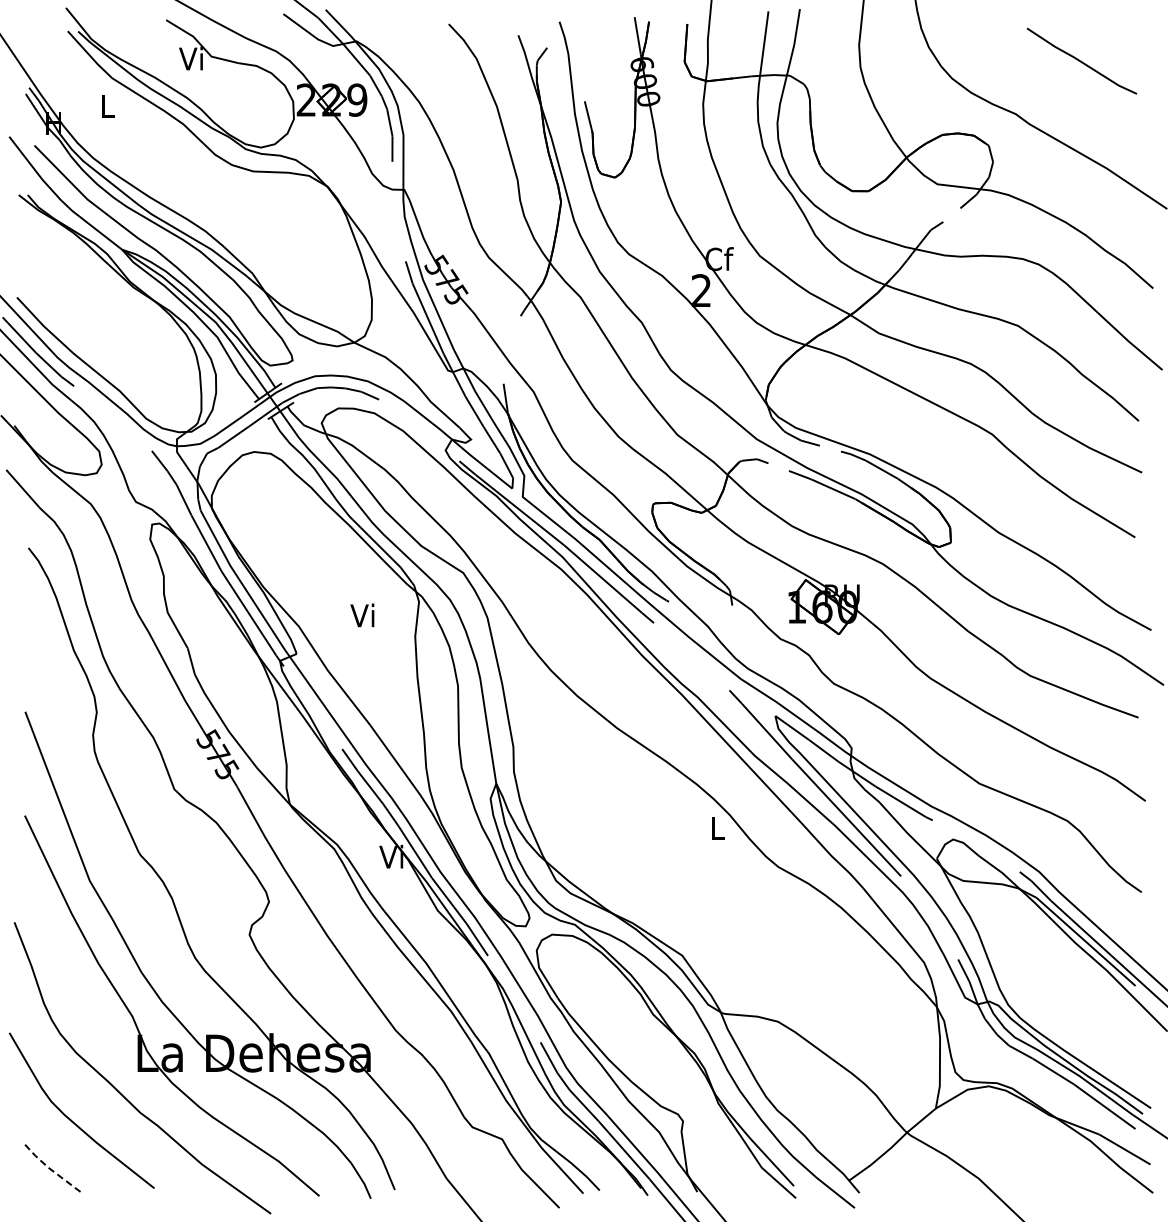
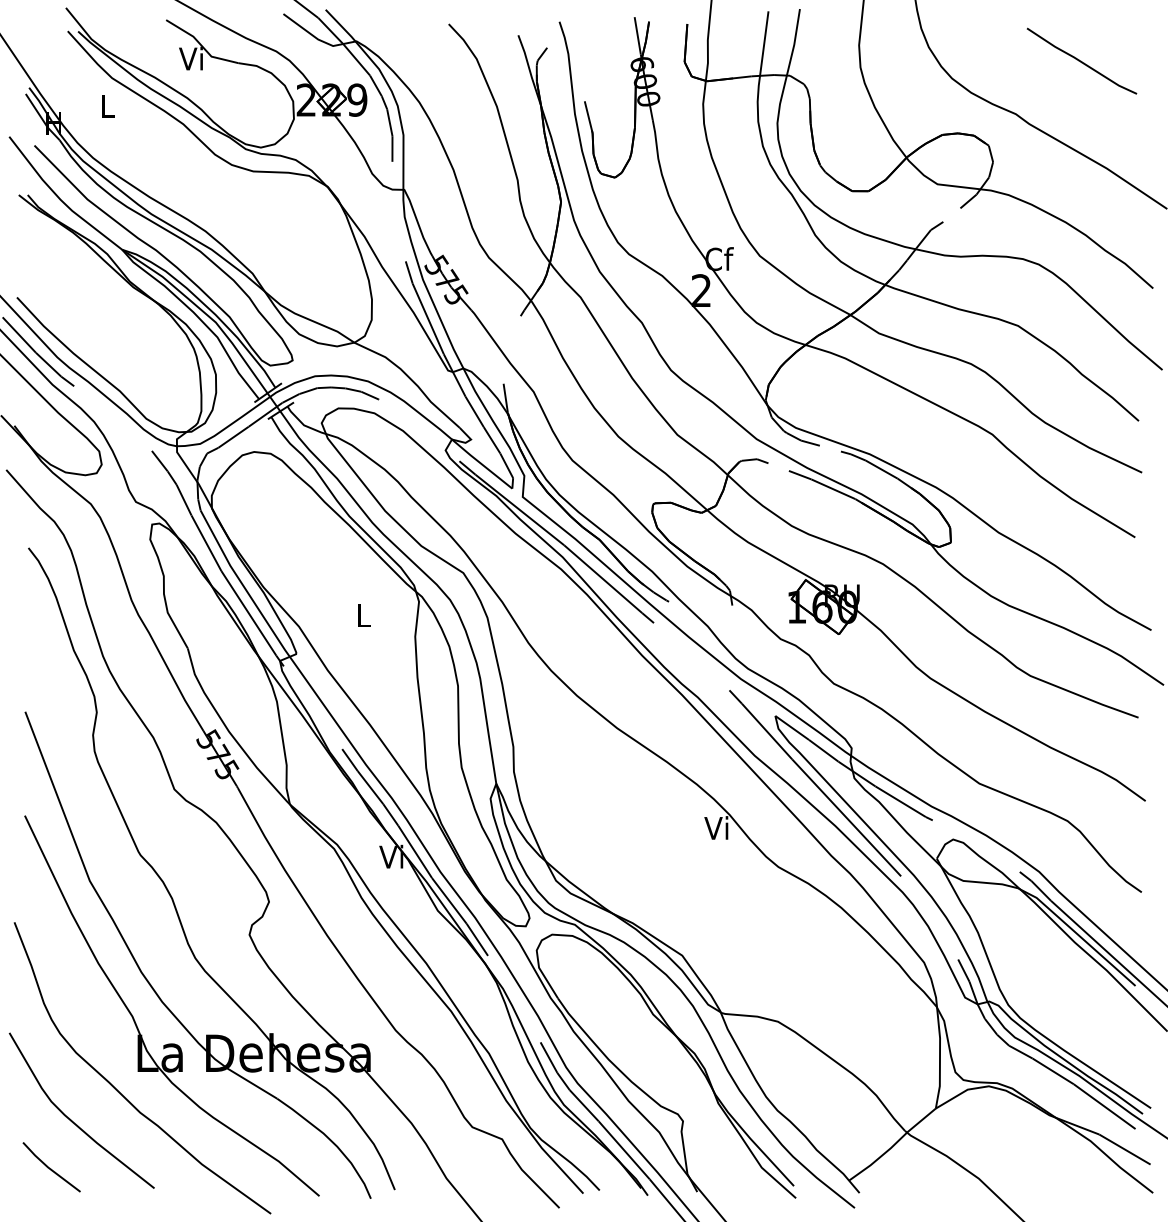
text at (362, 615): Vi -> L
text at (716, 827): L -> Vi
line at (48, 1168): dashed -> solid
